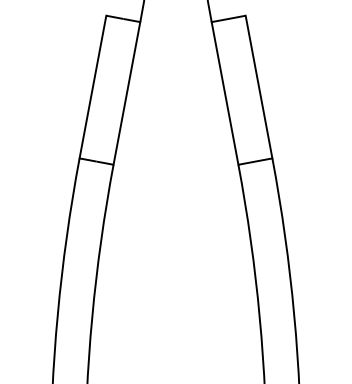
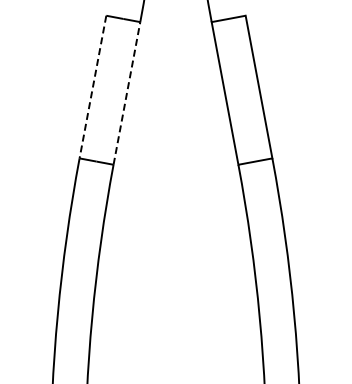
line at (92, 87): solid -> dashed
line at (126, 93): solid -> dashed
